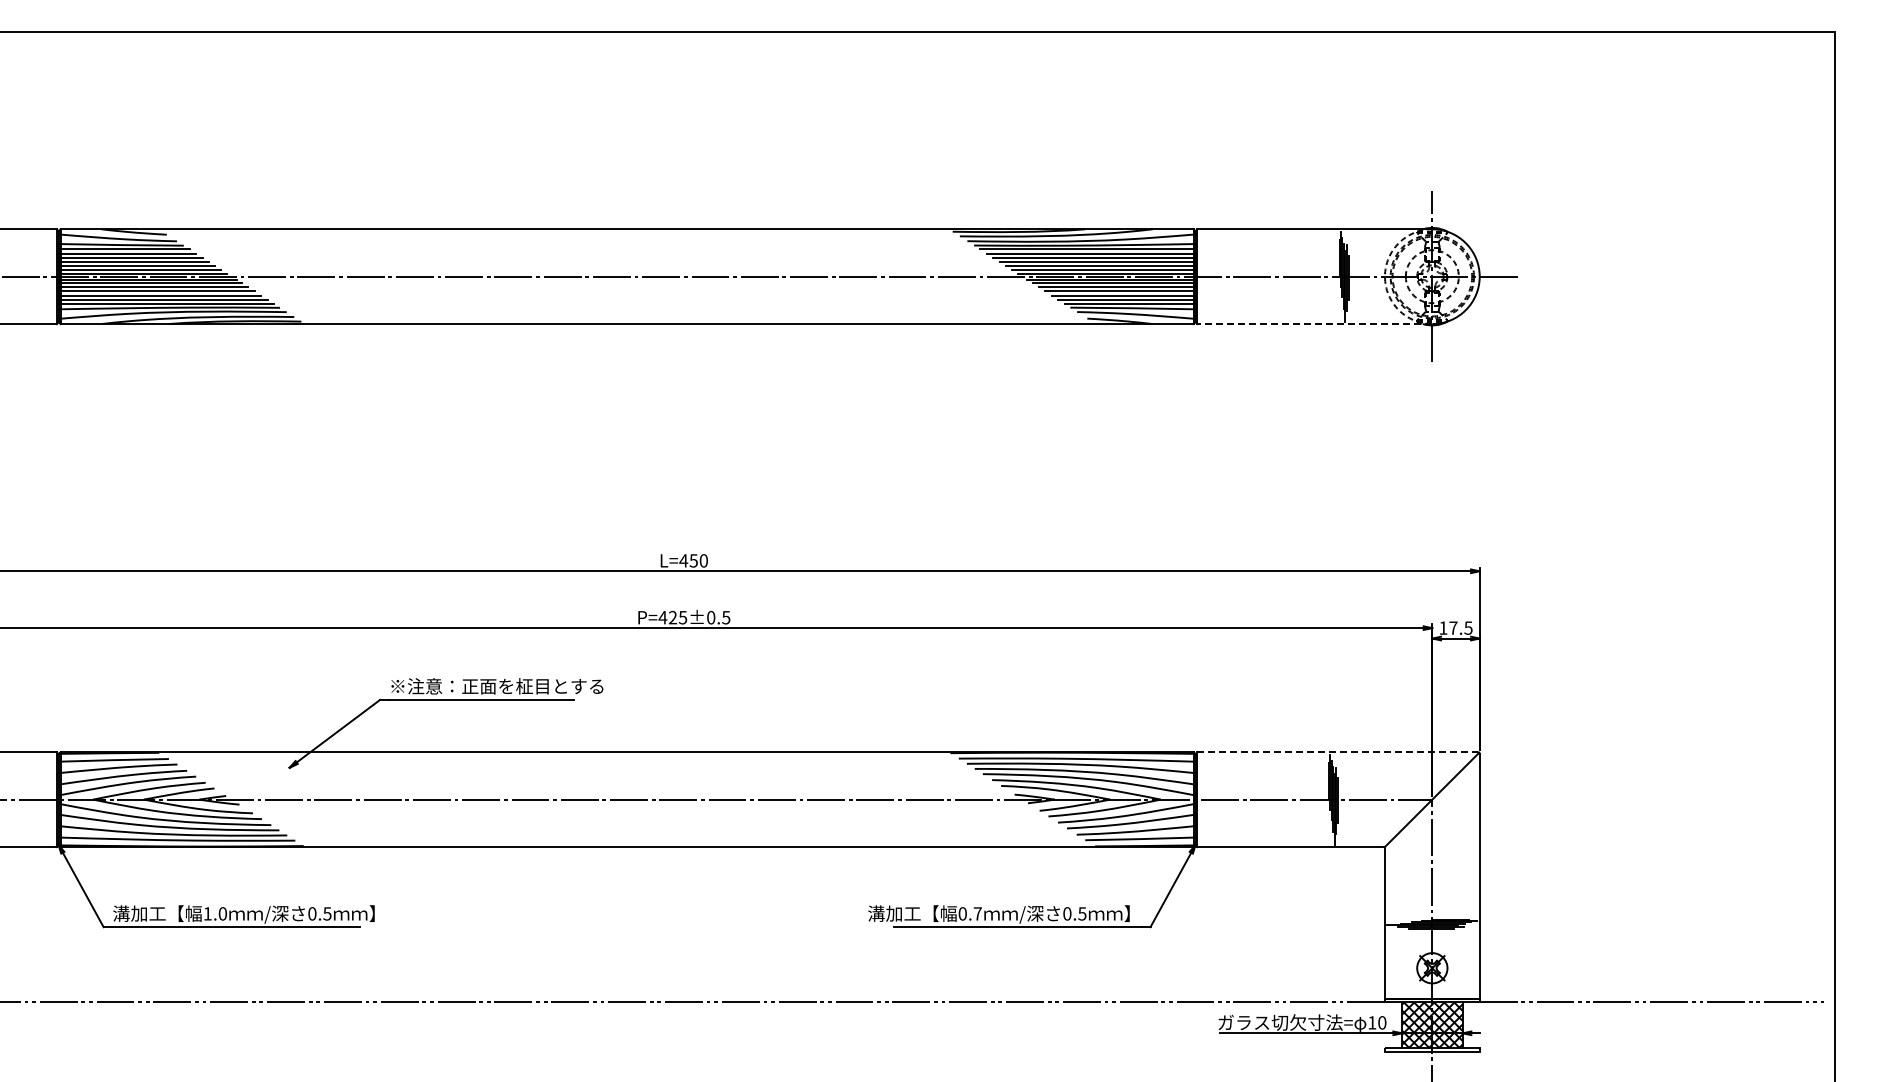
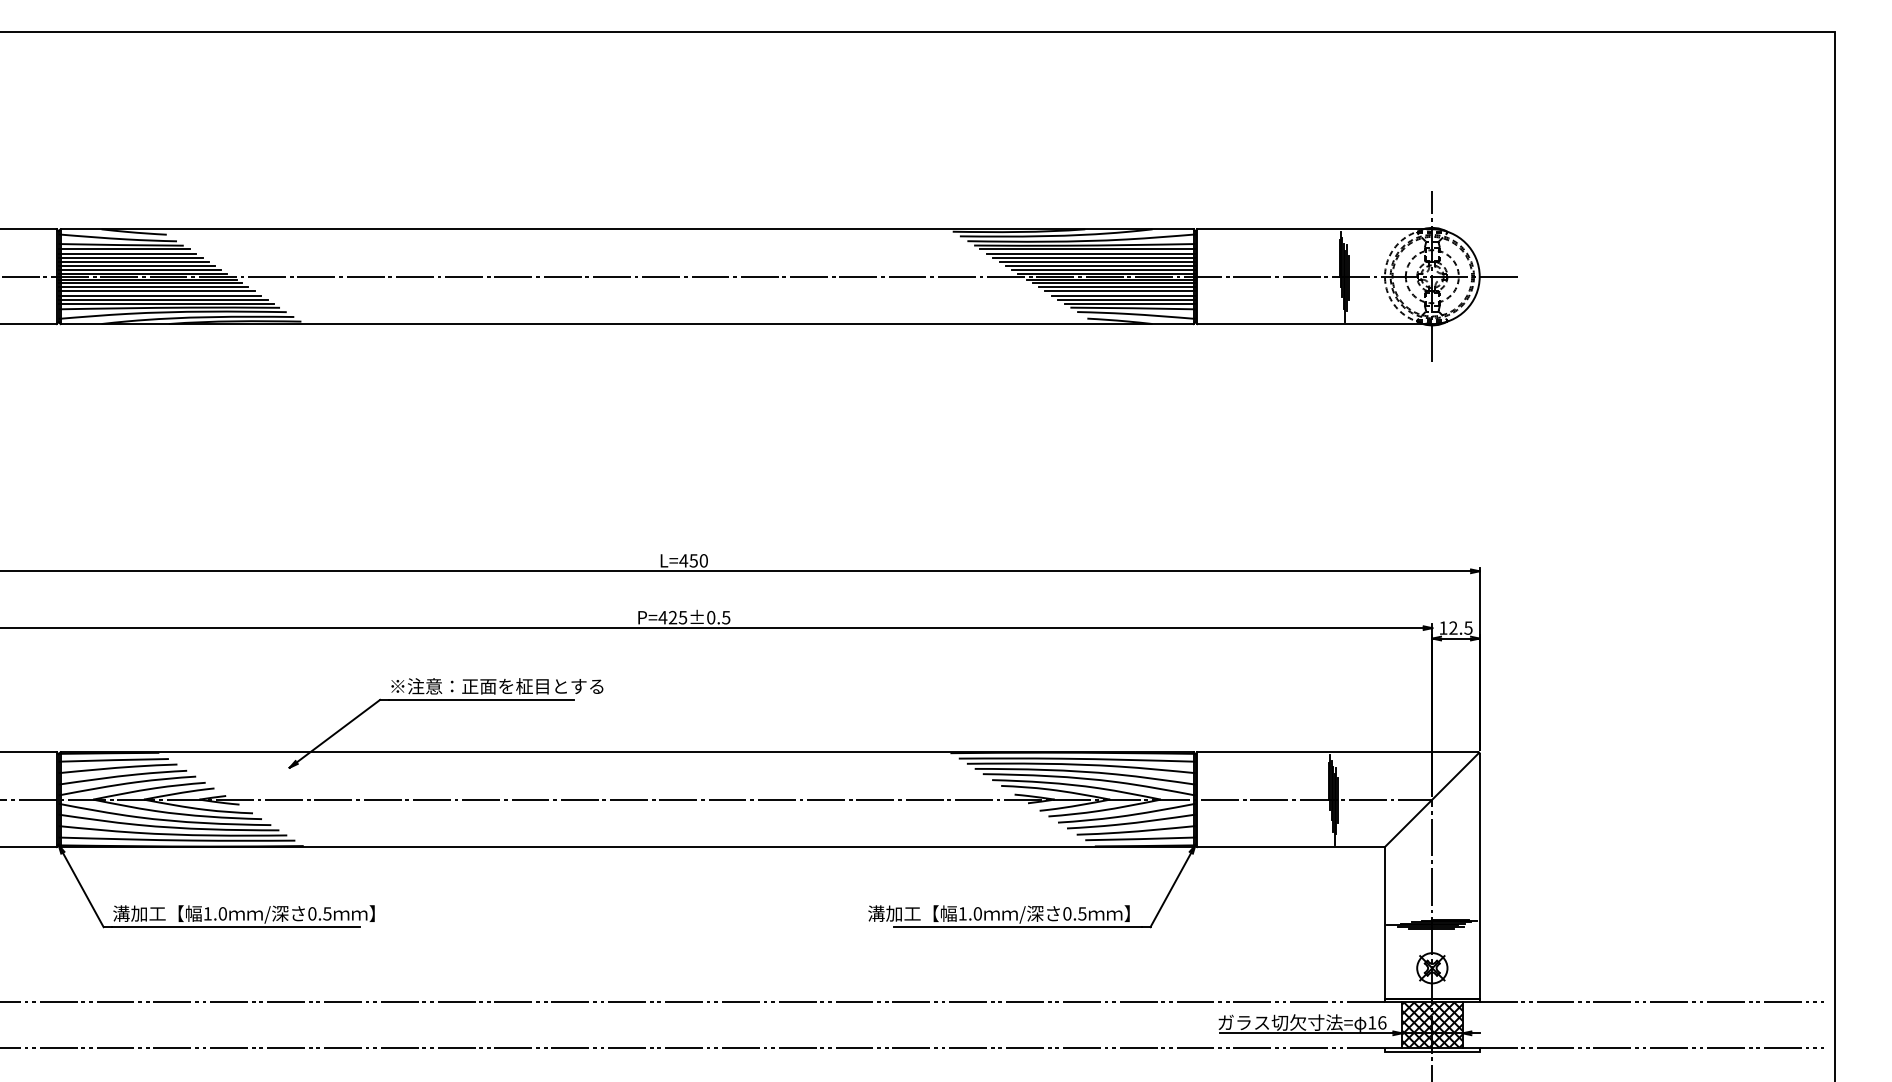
line at (1314, 324): dashed -> solid
text at (1453, 627): 17.5 -> 12.5
line at (1338, 752): dashed -> solid
text at (969, 913): 0.7 -> 1.0
text at (1382, 1022): 10 -> 16
line at (693, 1047): none -> present
line at (1651, 1047): none -> present
